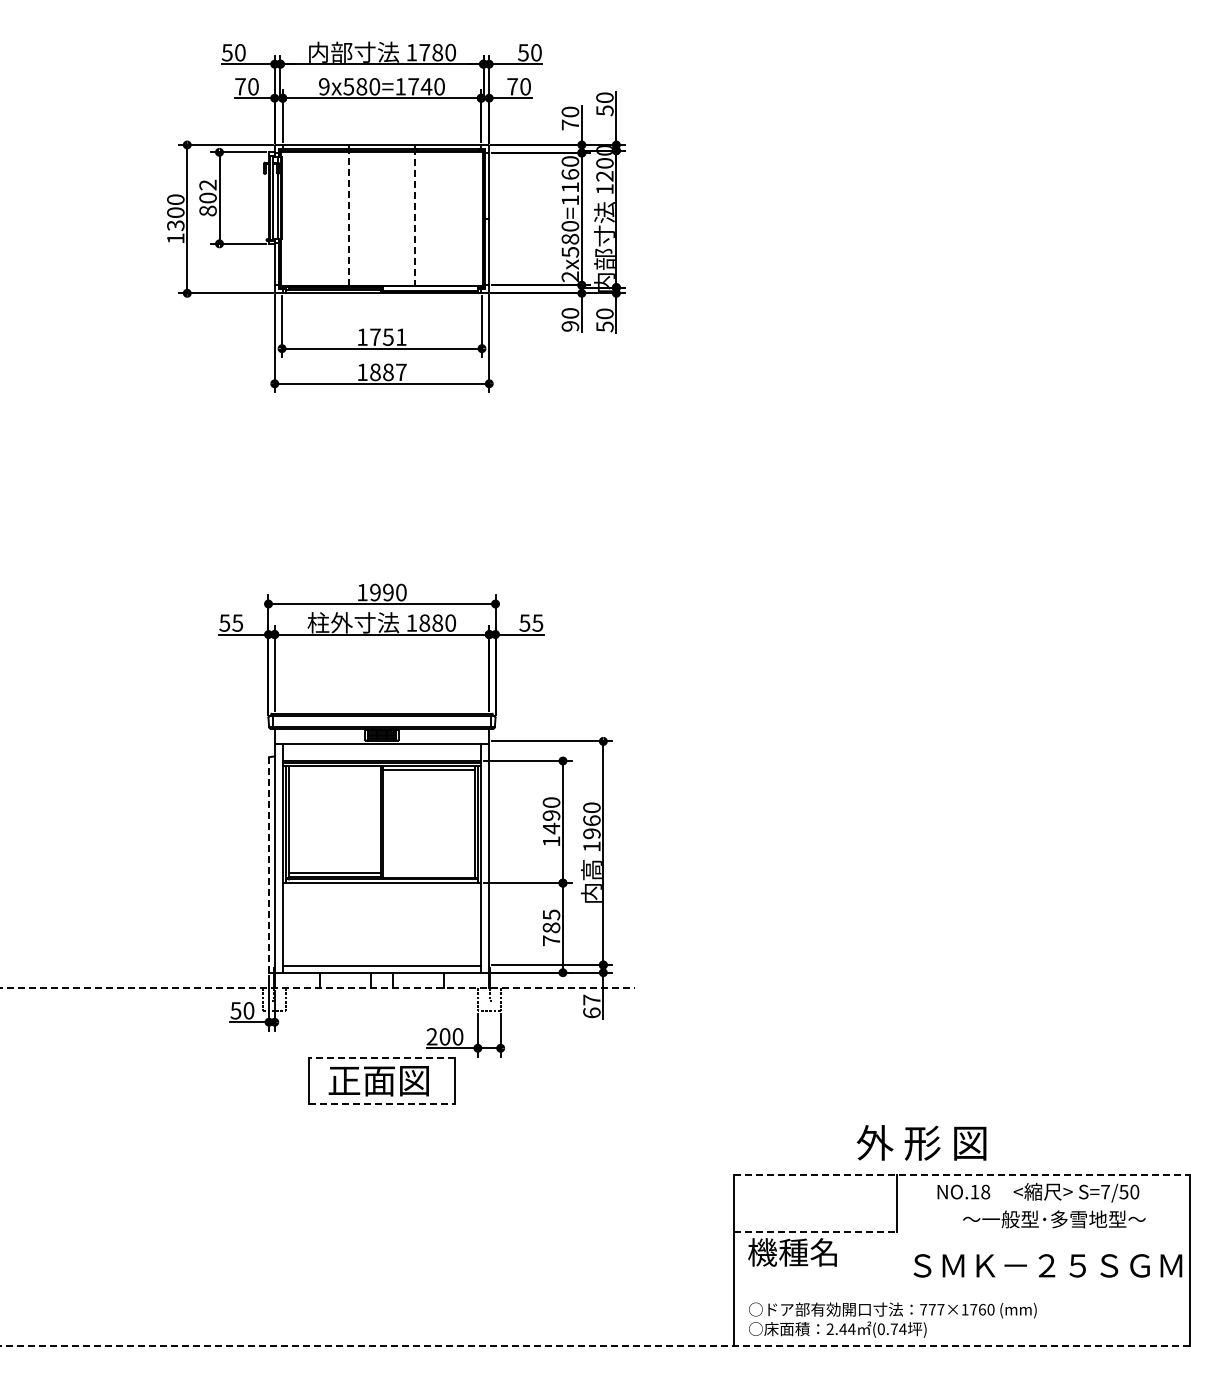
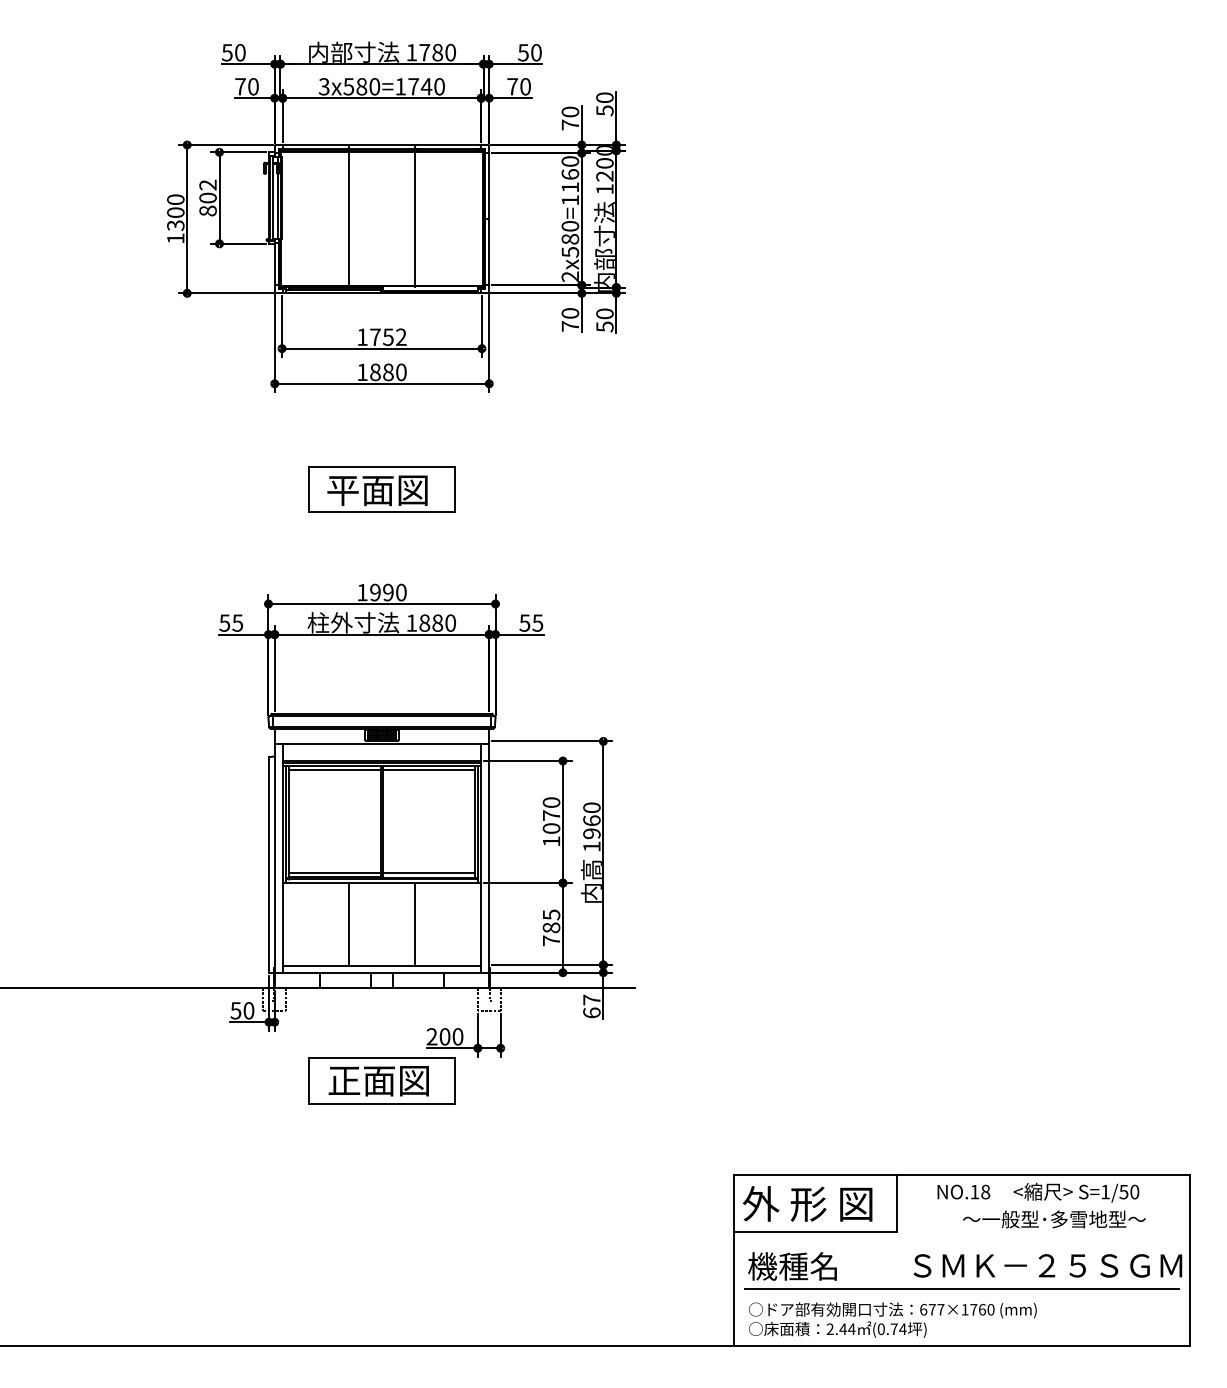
text at (323, 86): 9x580=1740 -> 3x580=1740
line at (349, 218): dashed -> solid
line at (415, 218): dashed -> solid
text at (570, 326): 90 -> 70
text at (401, 336): 1751 -> 1752
text at (401, 372): 1887 -> 1880
part at (381, 489): none -> present
line at (334, 769): none -> present
text at (551, 822): 1490 -> 1070
line at (269, 864): dashed -> solid
line at (428, 873): none -> present
line at (348, 924): none -> present
line at (415, 924): none -> present
line at (318, 988): dashed -> solid
line at (382, 1058): dashed -> solid
line at (382, 1103): dashed -> solid
text at (921, 1142) position: (921, 1142) -> (807, 1203)
line at (962, 1175): dashed -> solid
text at (1105, 1192): S=7/50 -> S=1/50
line at (815, 1232): dashed -> solid
text at (792, 1252) position: (792, 1252) -> (792, 1266)
line at (961, 1289): none -> present
text at (923, 1309): 777×1760 -> 677×1760
line at (595, 1346): dashed -> solid
